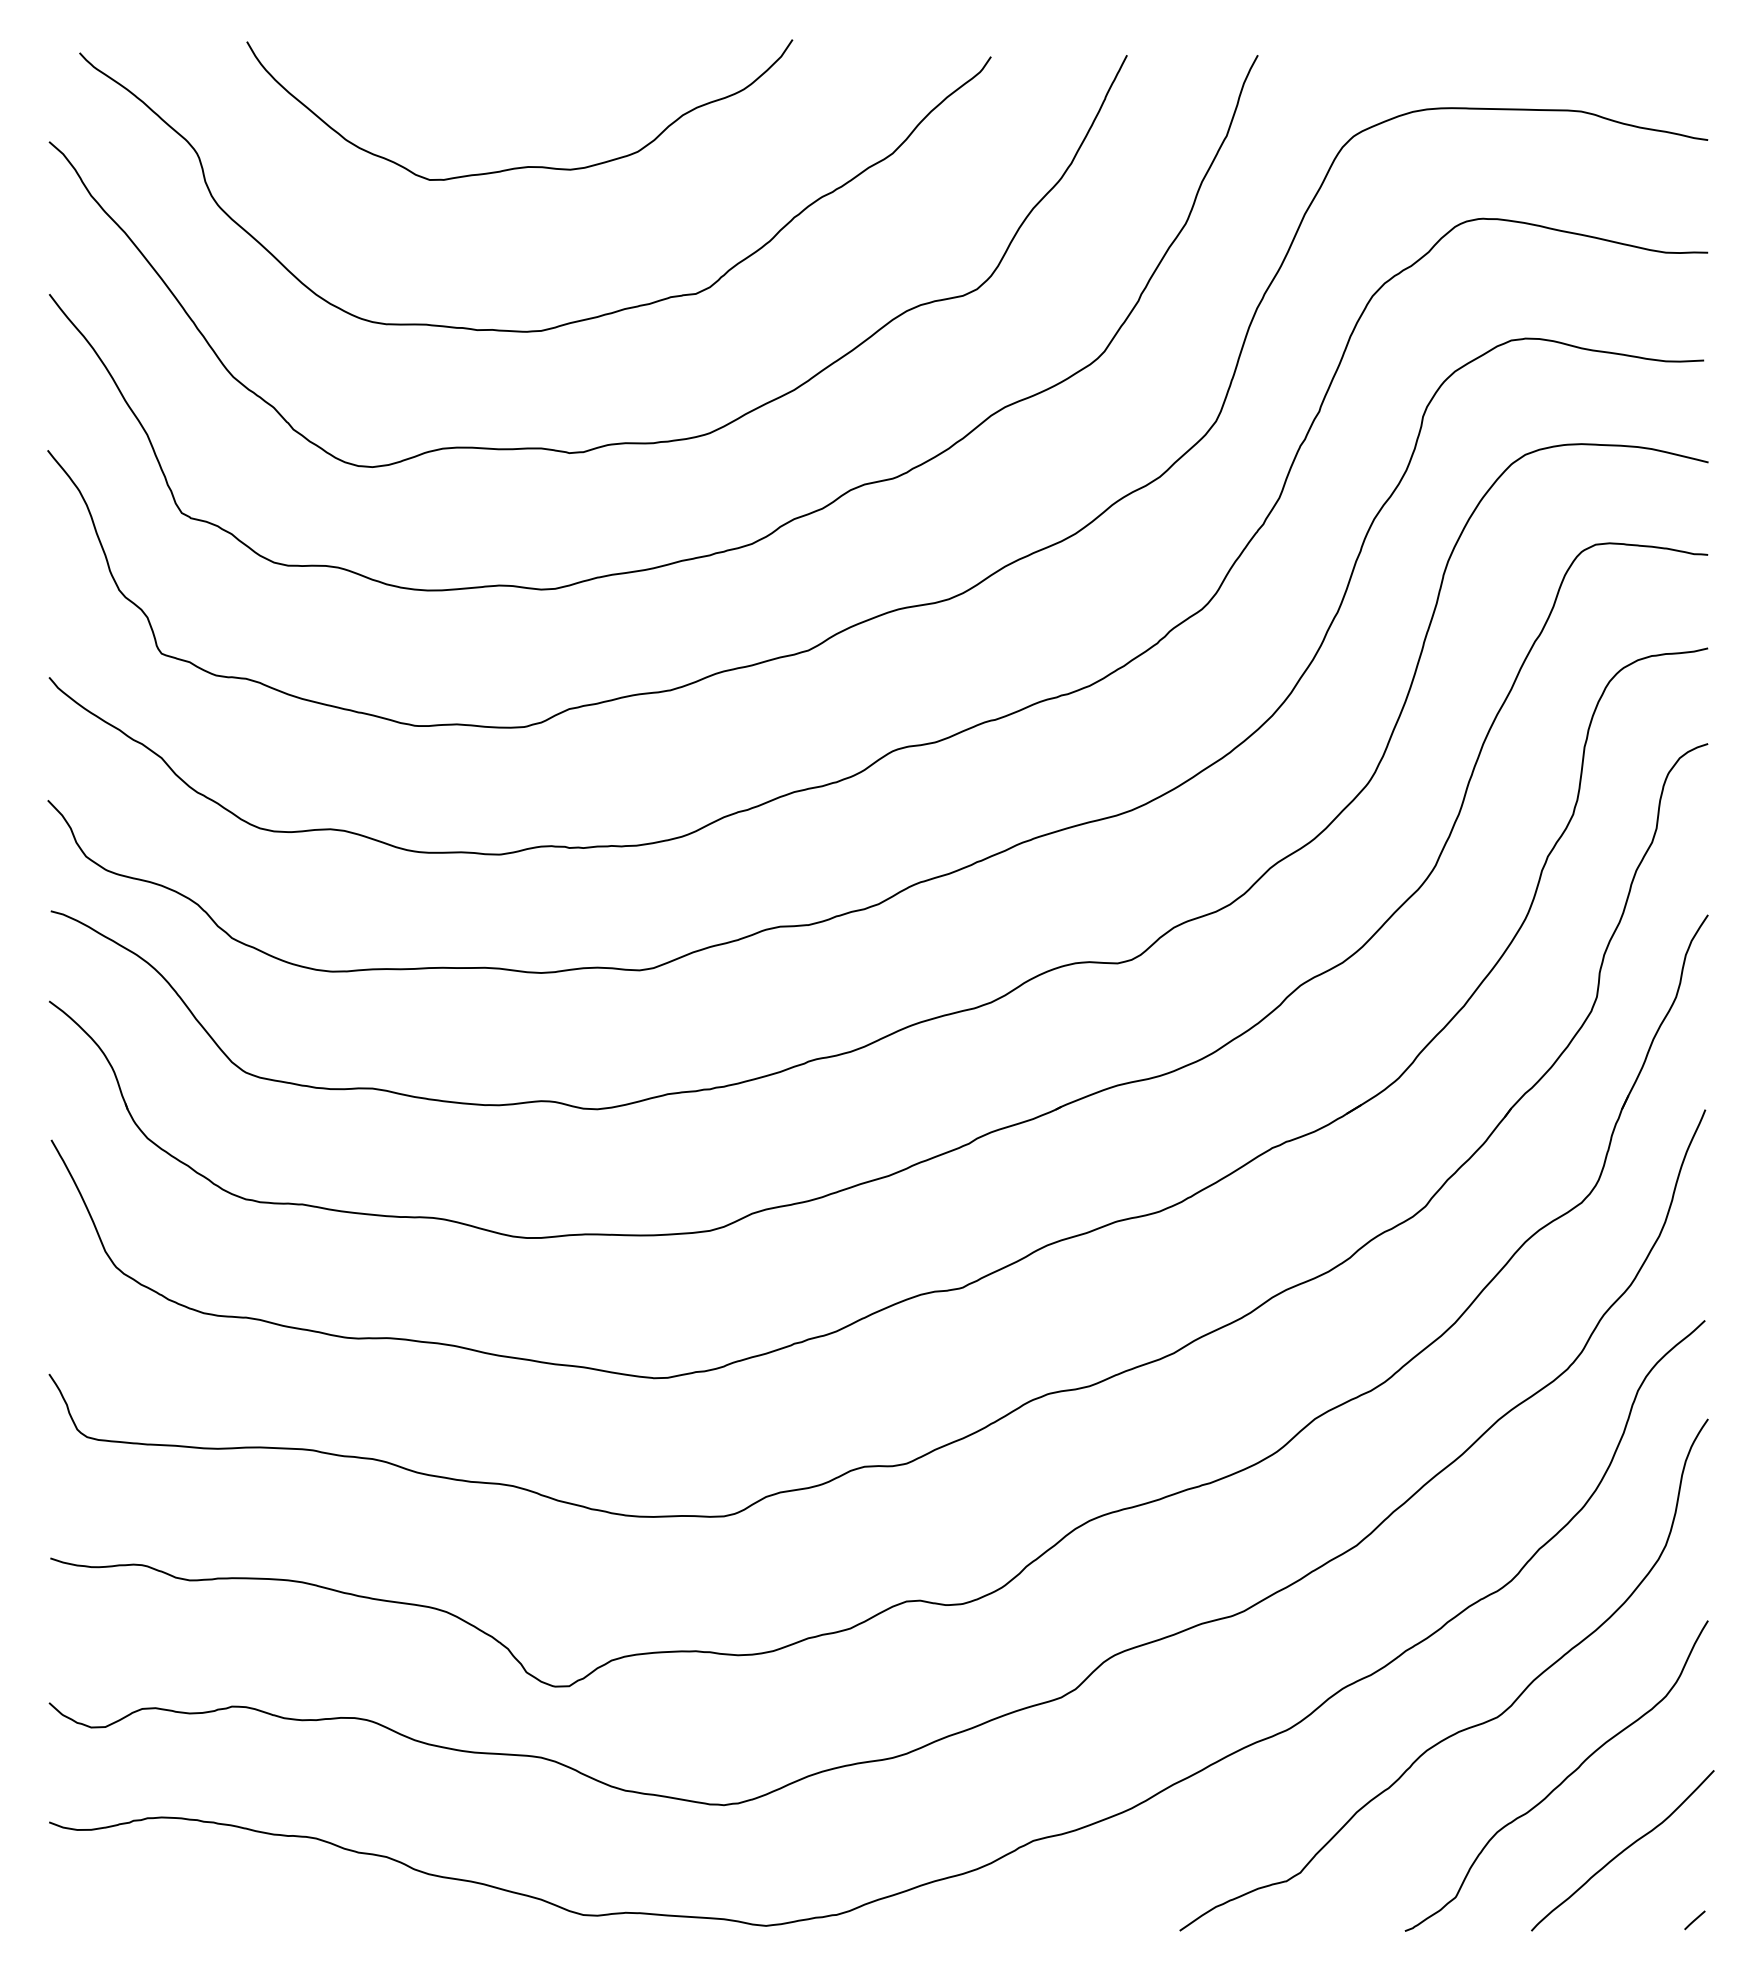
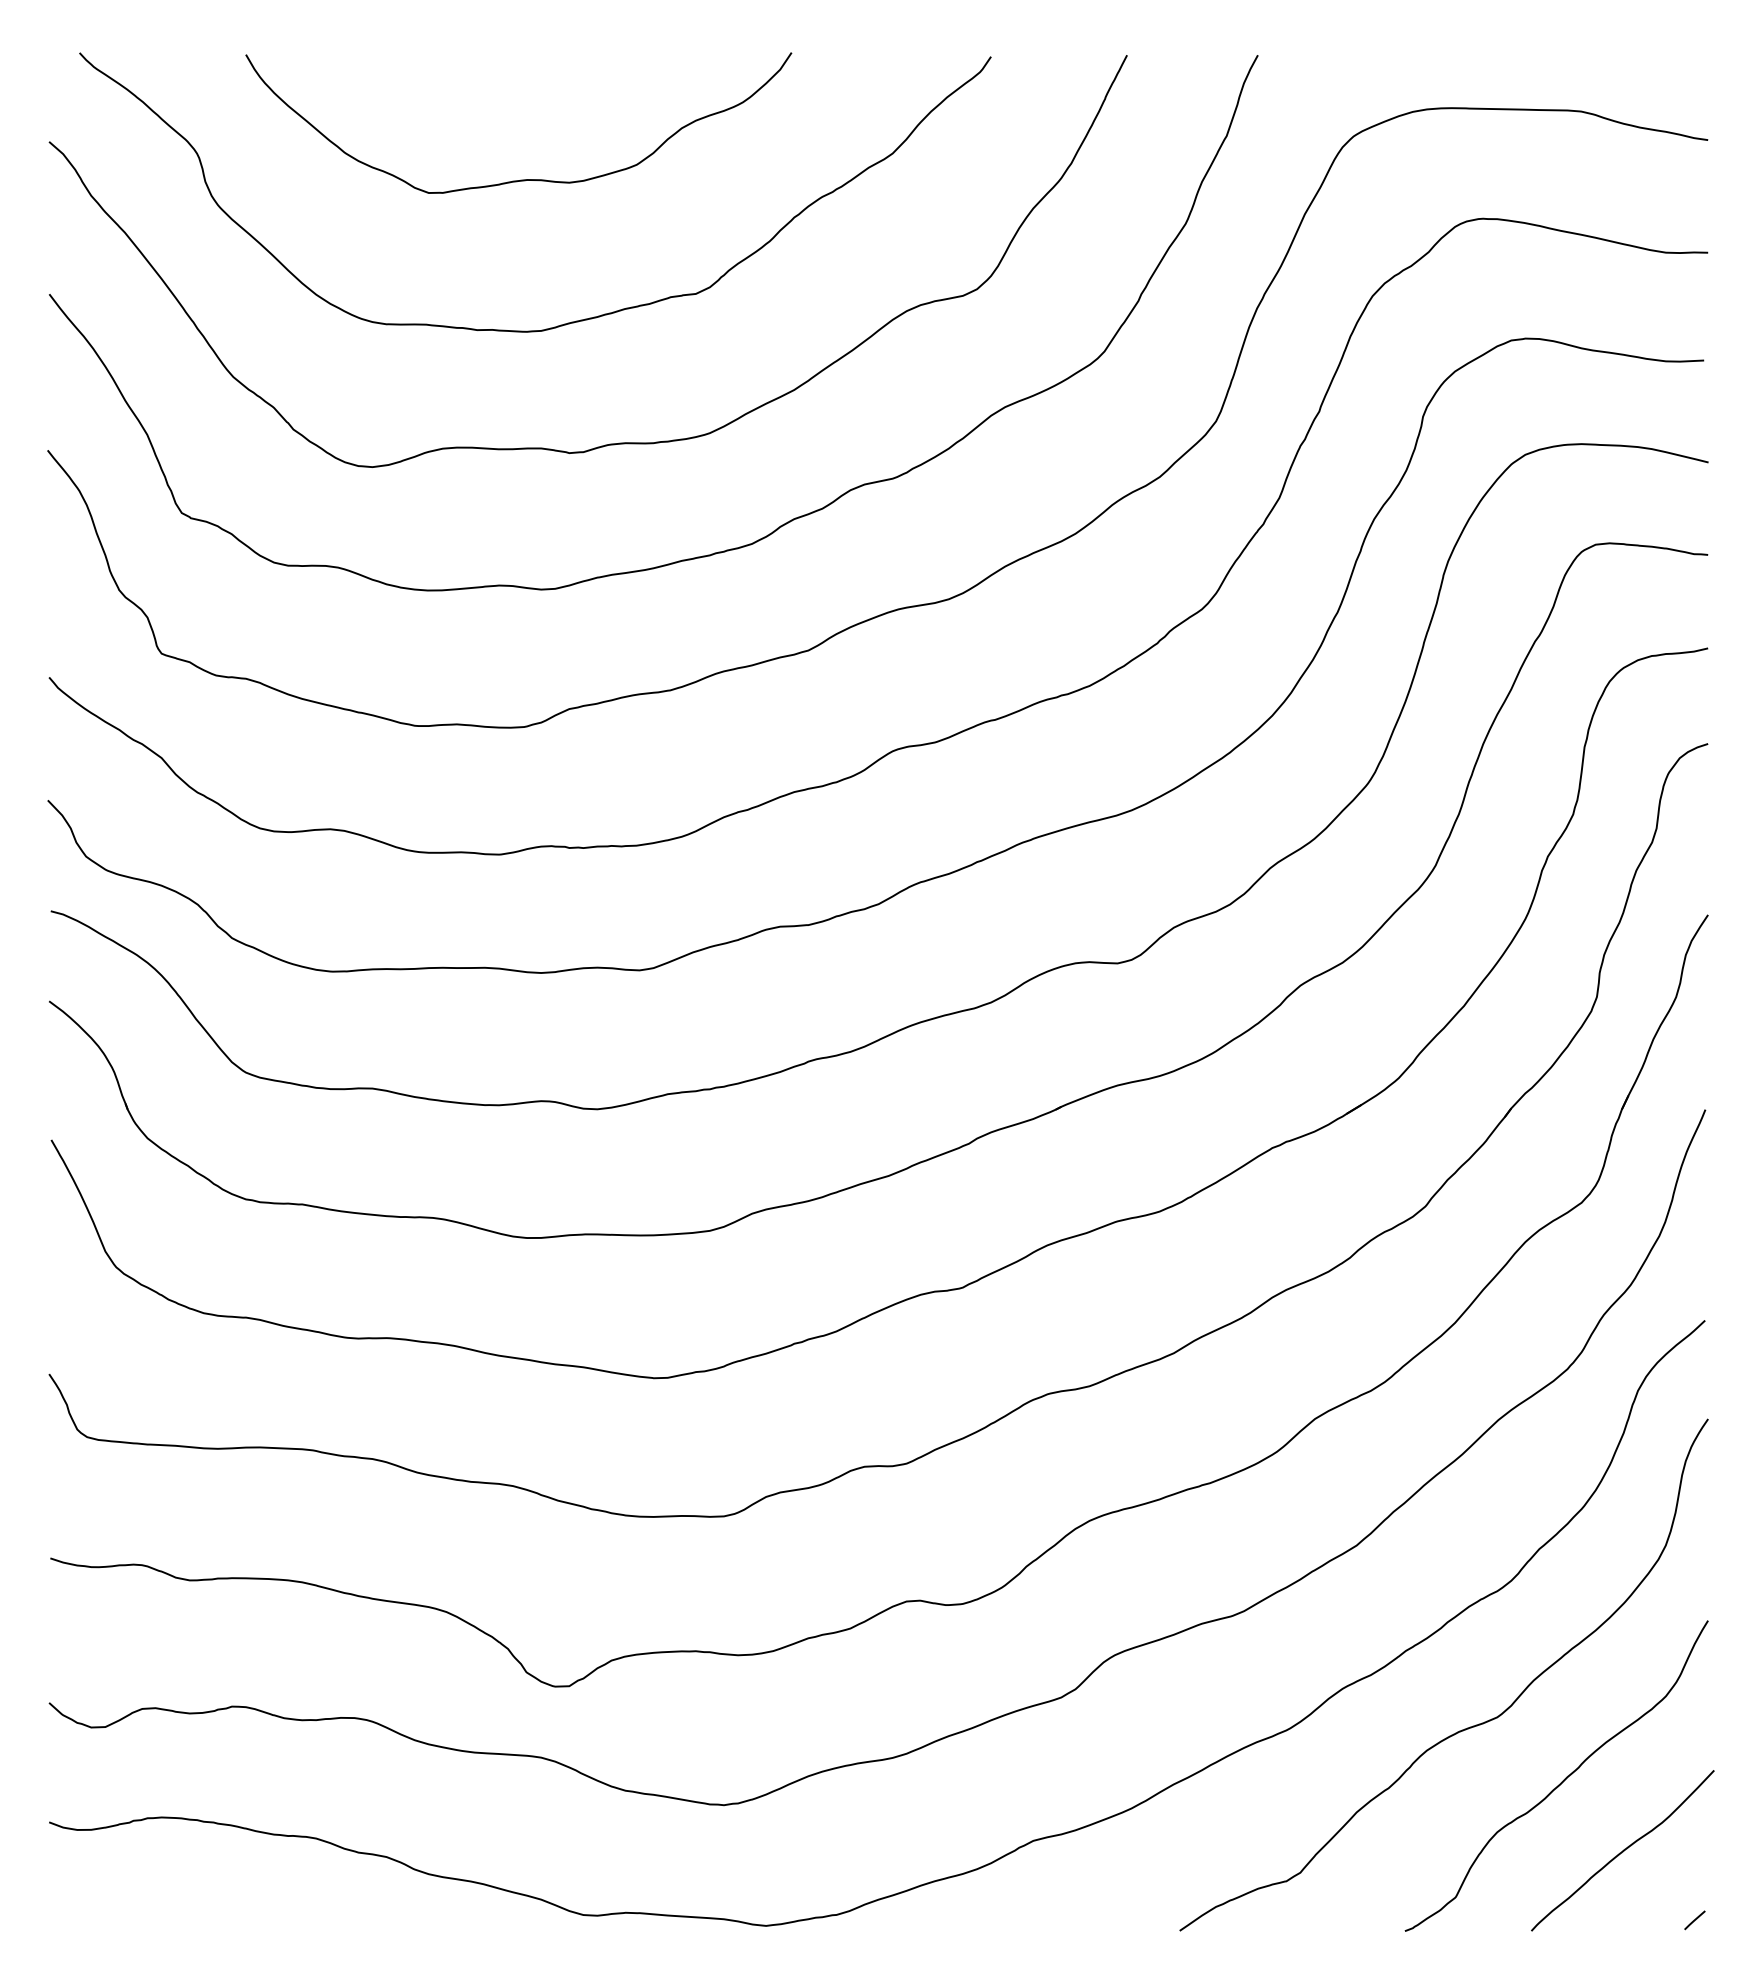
curve at (521, 166) position: (521, 166) -> (520, 179)
